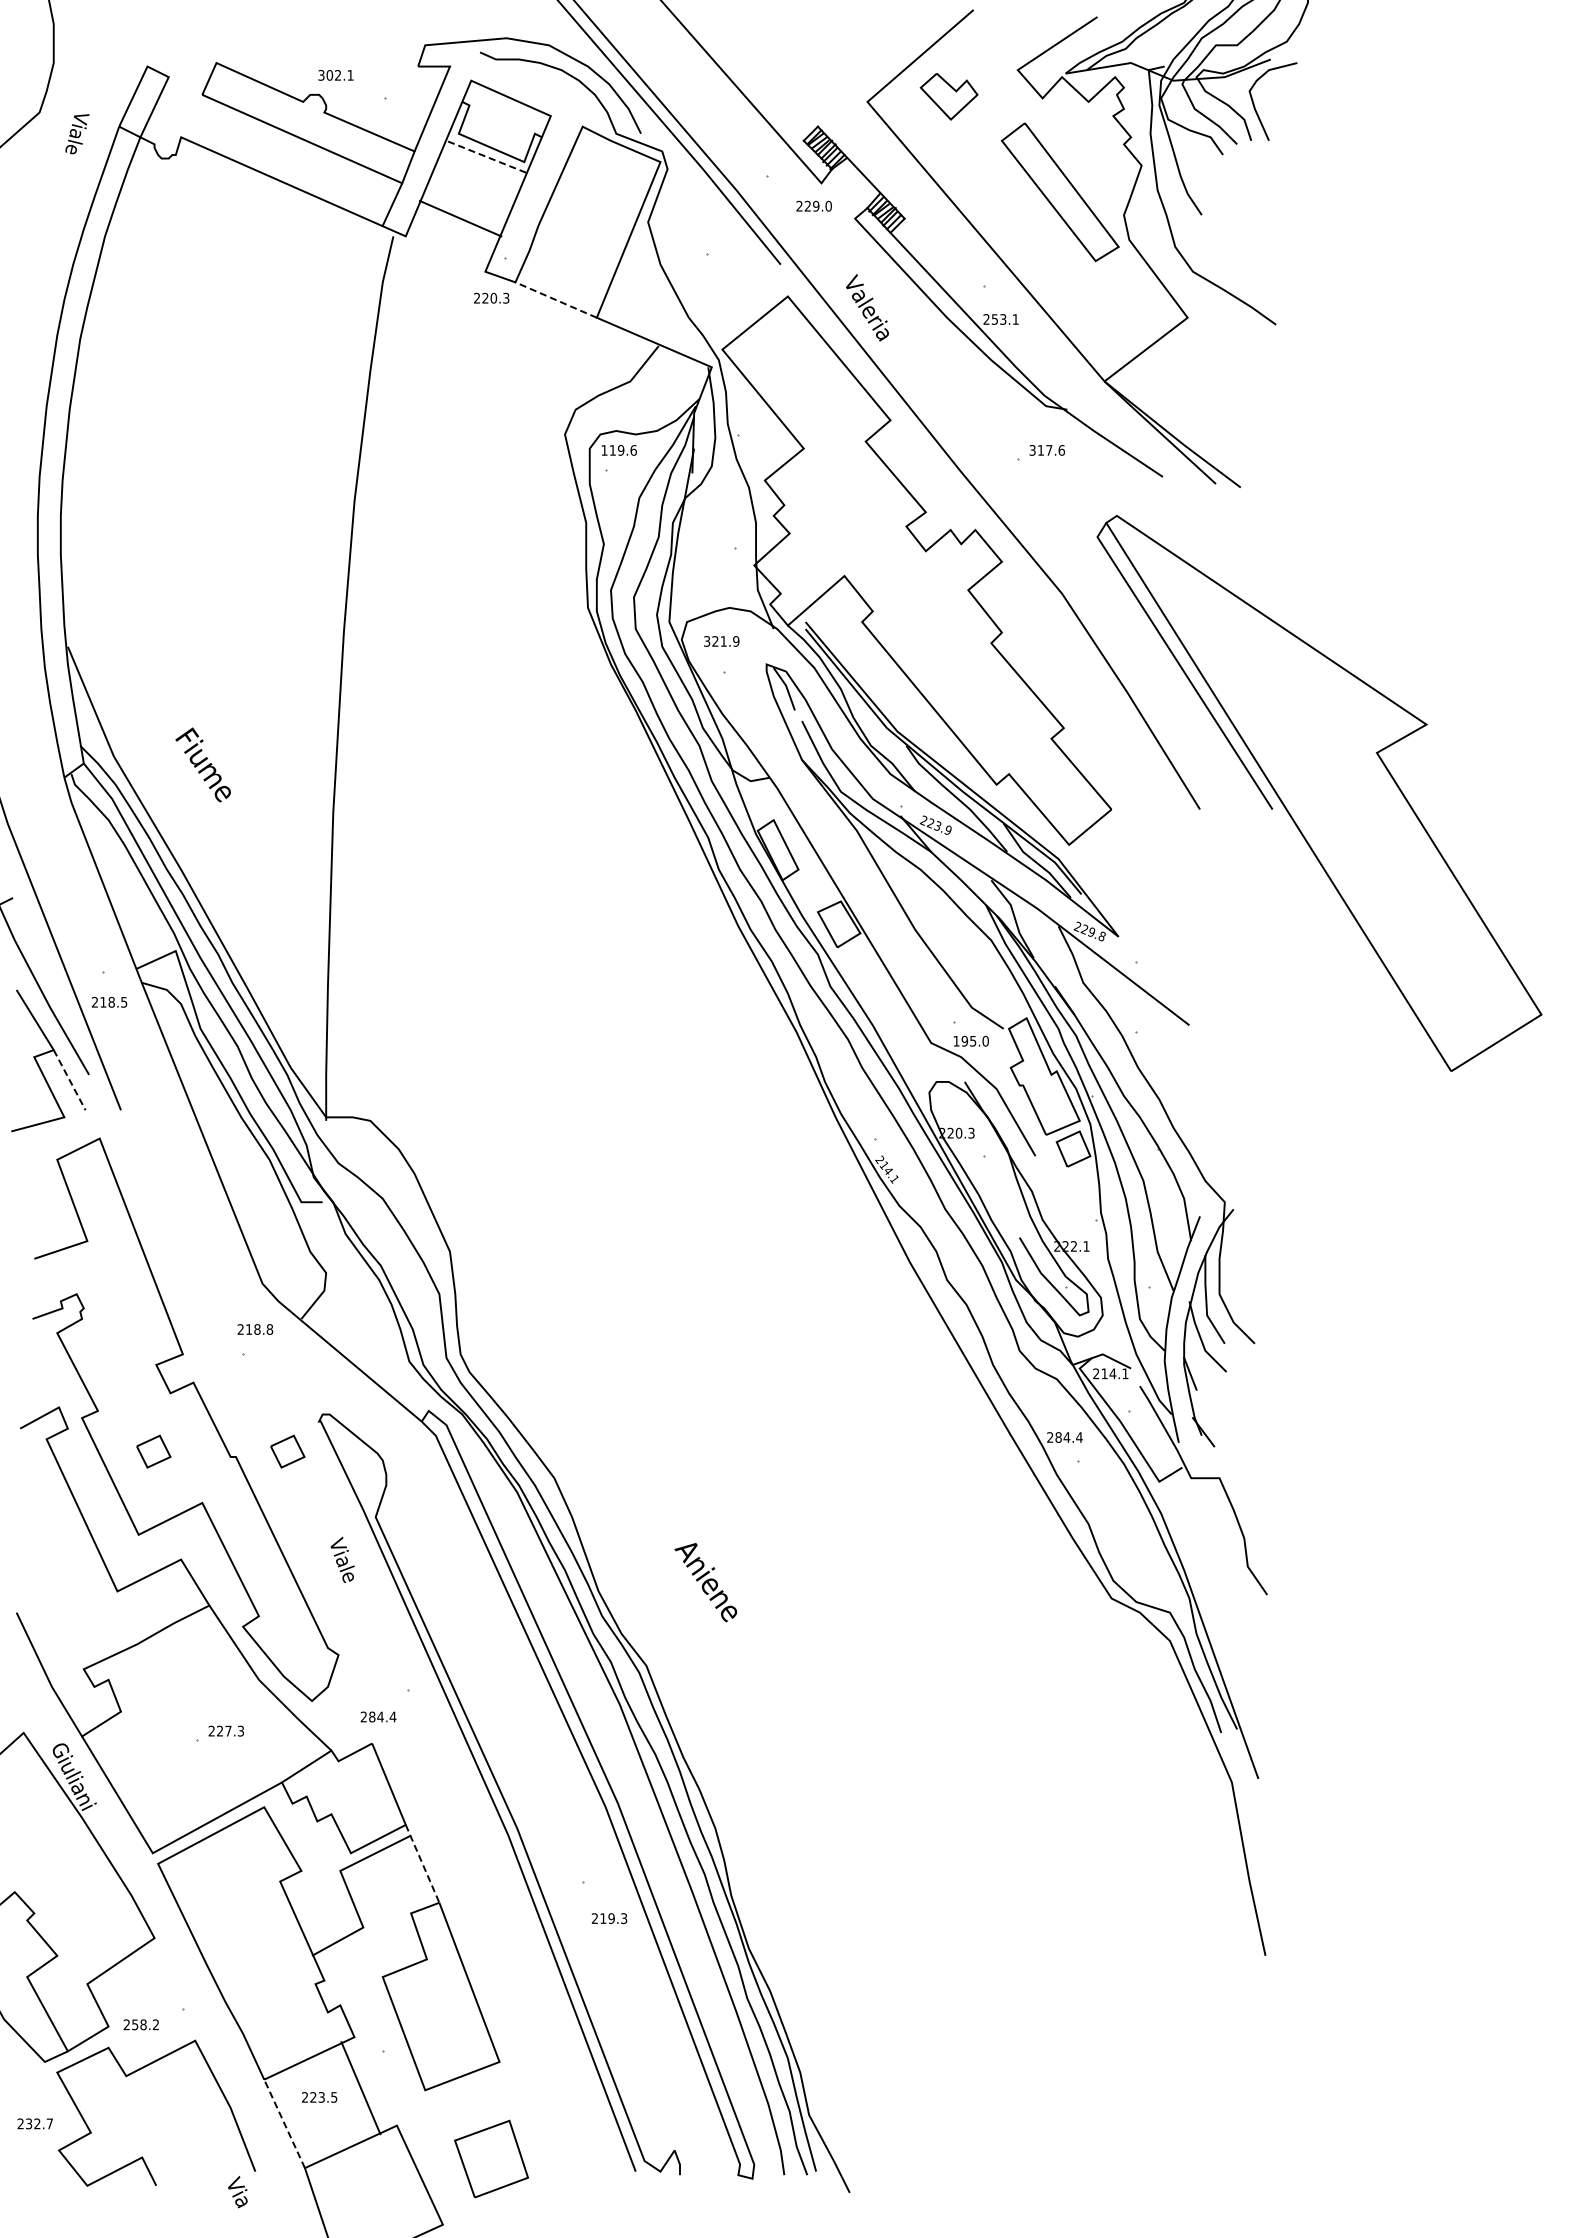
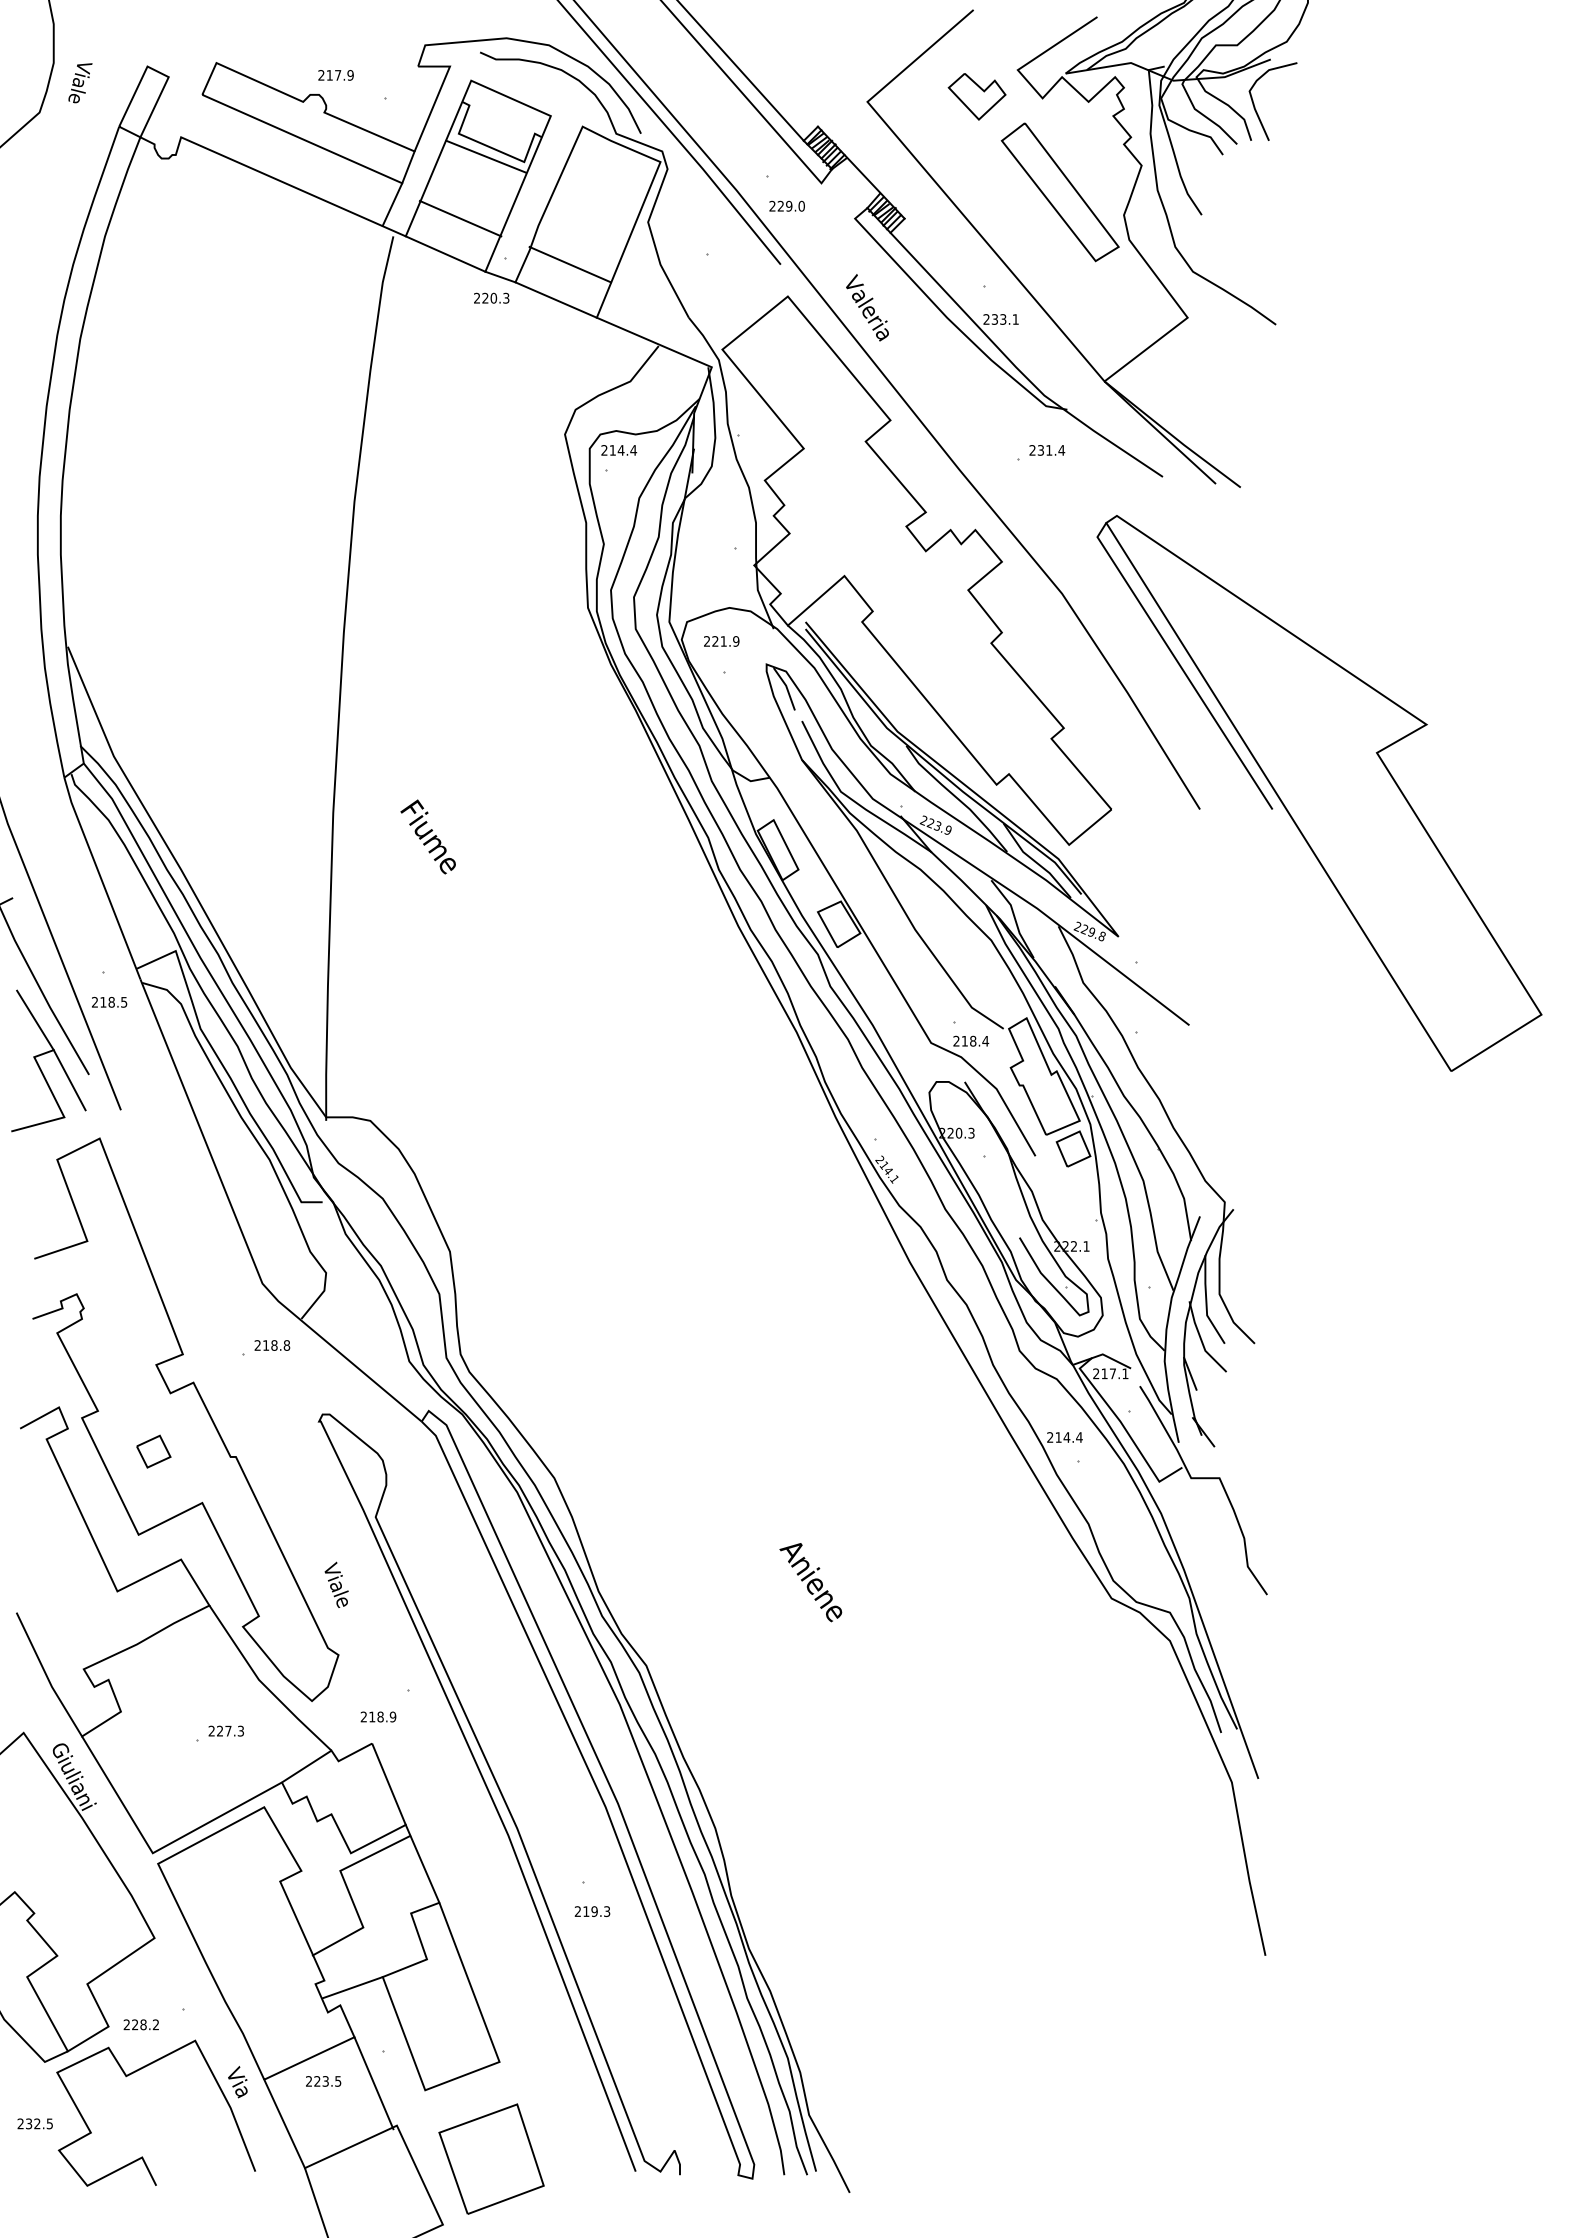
line at (741, 71): none -> present
text at (335, 75): 302.1 -> 217.9
part at (948, 96) position: (948, 96) -> (976, 96)
text at (77, 134) position: (77, 134) -> (80, 83)
line at (486, 156): dashed -> solid
text at (813, 205) position: (813, 205) -> (786, 205)
line at (445, 253): none -> present
line at (569, 264): none -> present
line at (555, 299): dashed -> solid
text at (994, 318): 253.1 -> 233.1
text at (619, 450): 119.6 -> 214.4
text at (1047, 450): 317.6 -> 231.4
text at (707, 641): 321.9 -> 221.9
text at (202, 764) position: (202, 764) -> (427, 836)
text at (971, 1040): 195.0 -> 218.4
line at (69, 1080): dashed -> solid
text at (255, 1329) position: (255, 1329) -> (272, 1345)
text at (1112, 1373): 214.1 -> 217.1
text at (1058, 1437): 284.4 -> 214.4
part at (287, 1451): present -> none
text at (342, 1559) position: (342, 1559) -> (336, 1584)
text at (705, 1582) position: (705, 1582) -> (810, 1582)
text at (382, 1716): 284.4 -> 218.9
line at (422, 1864): dashed -> solid
text at (609, 1918) position: (609, 1918) -> (592, 1911)
line at (352, 1987): none -> present
text at (135, 2024): 258.2 -> 228.2
line at (360, 2088) position: (360, 2088) -> (373, 2083)
text at (319, 2097) position: (319, 2097) -> (323, 2081)
text at (49, 2123): 232.7 -> 232.5
line at (284, 2123): dashed -> solid
part at (491, 2158) size: 75x80 px -> 107x112 px
text at (237, 2192) position: (237, 2192) -> (237, 2082)
